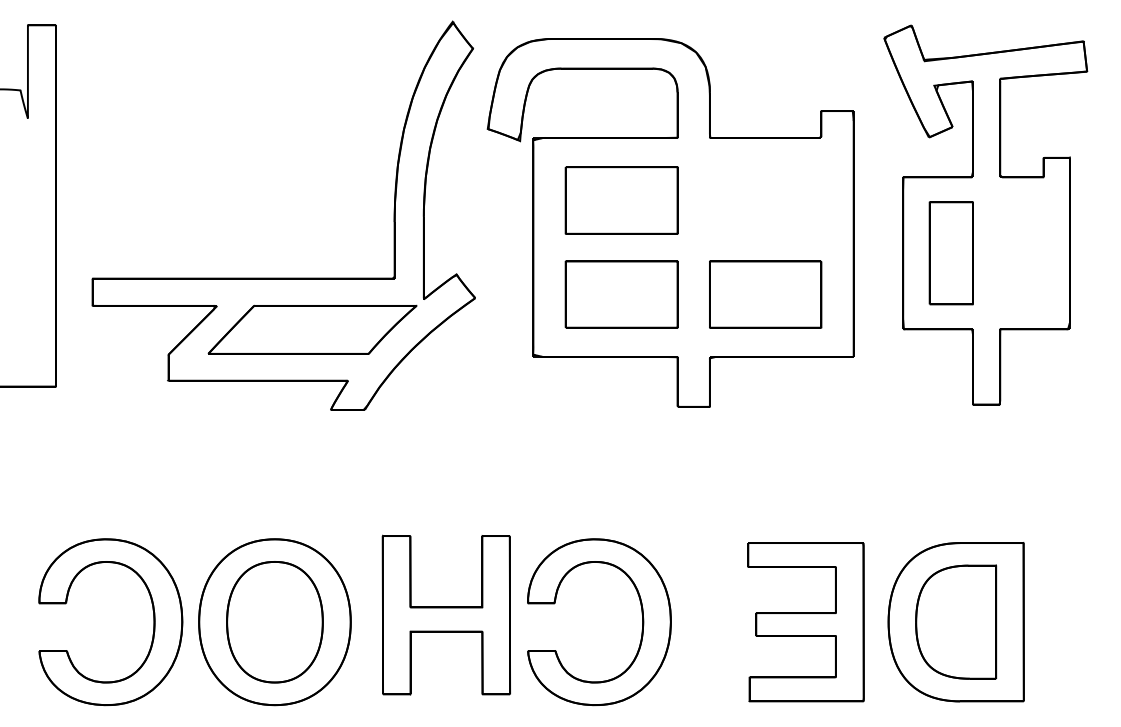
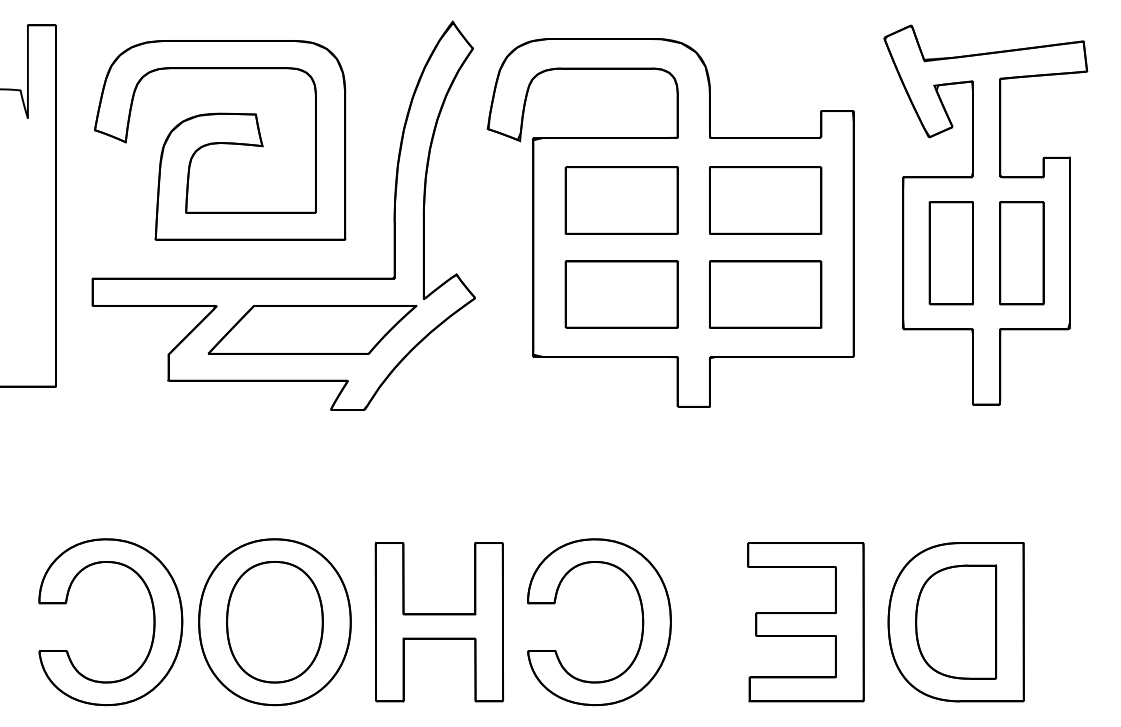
part at (220, 140): none -> present
part at (765, 200): none -> present
part at (1021, 253): none -> present
part at (445, 614) position: (445, 614) -> (438, 621)
